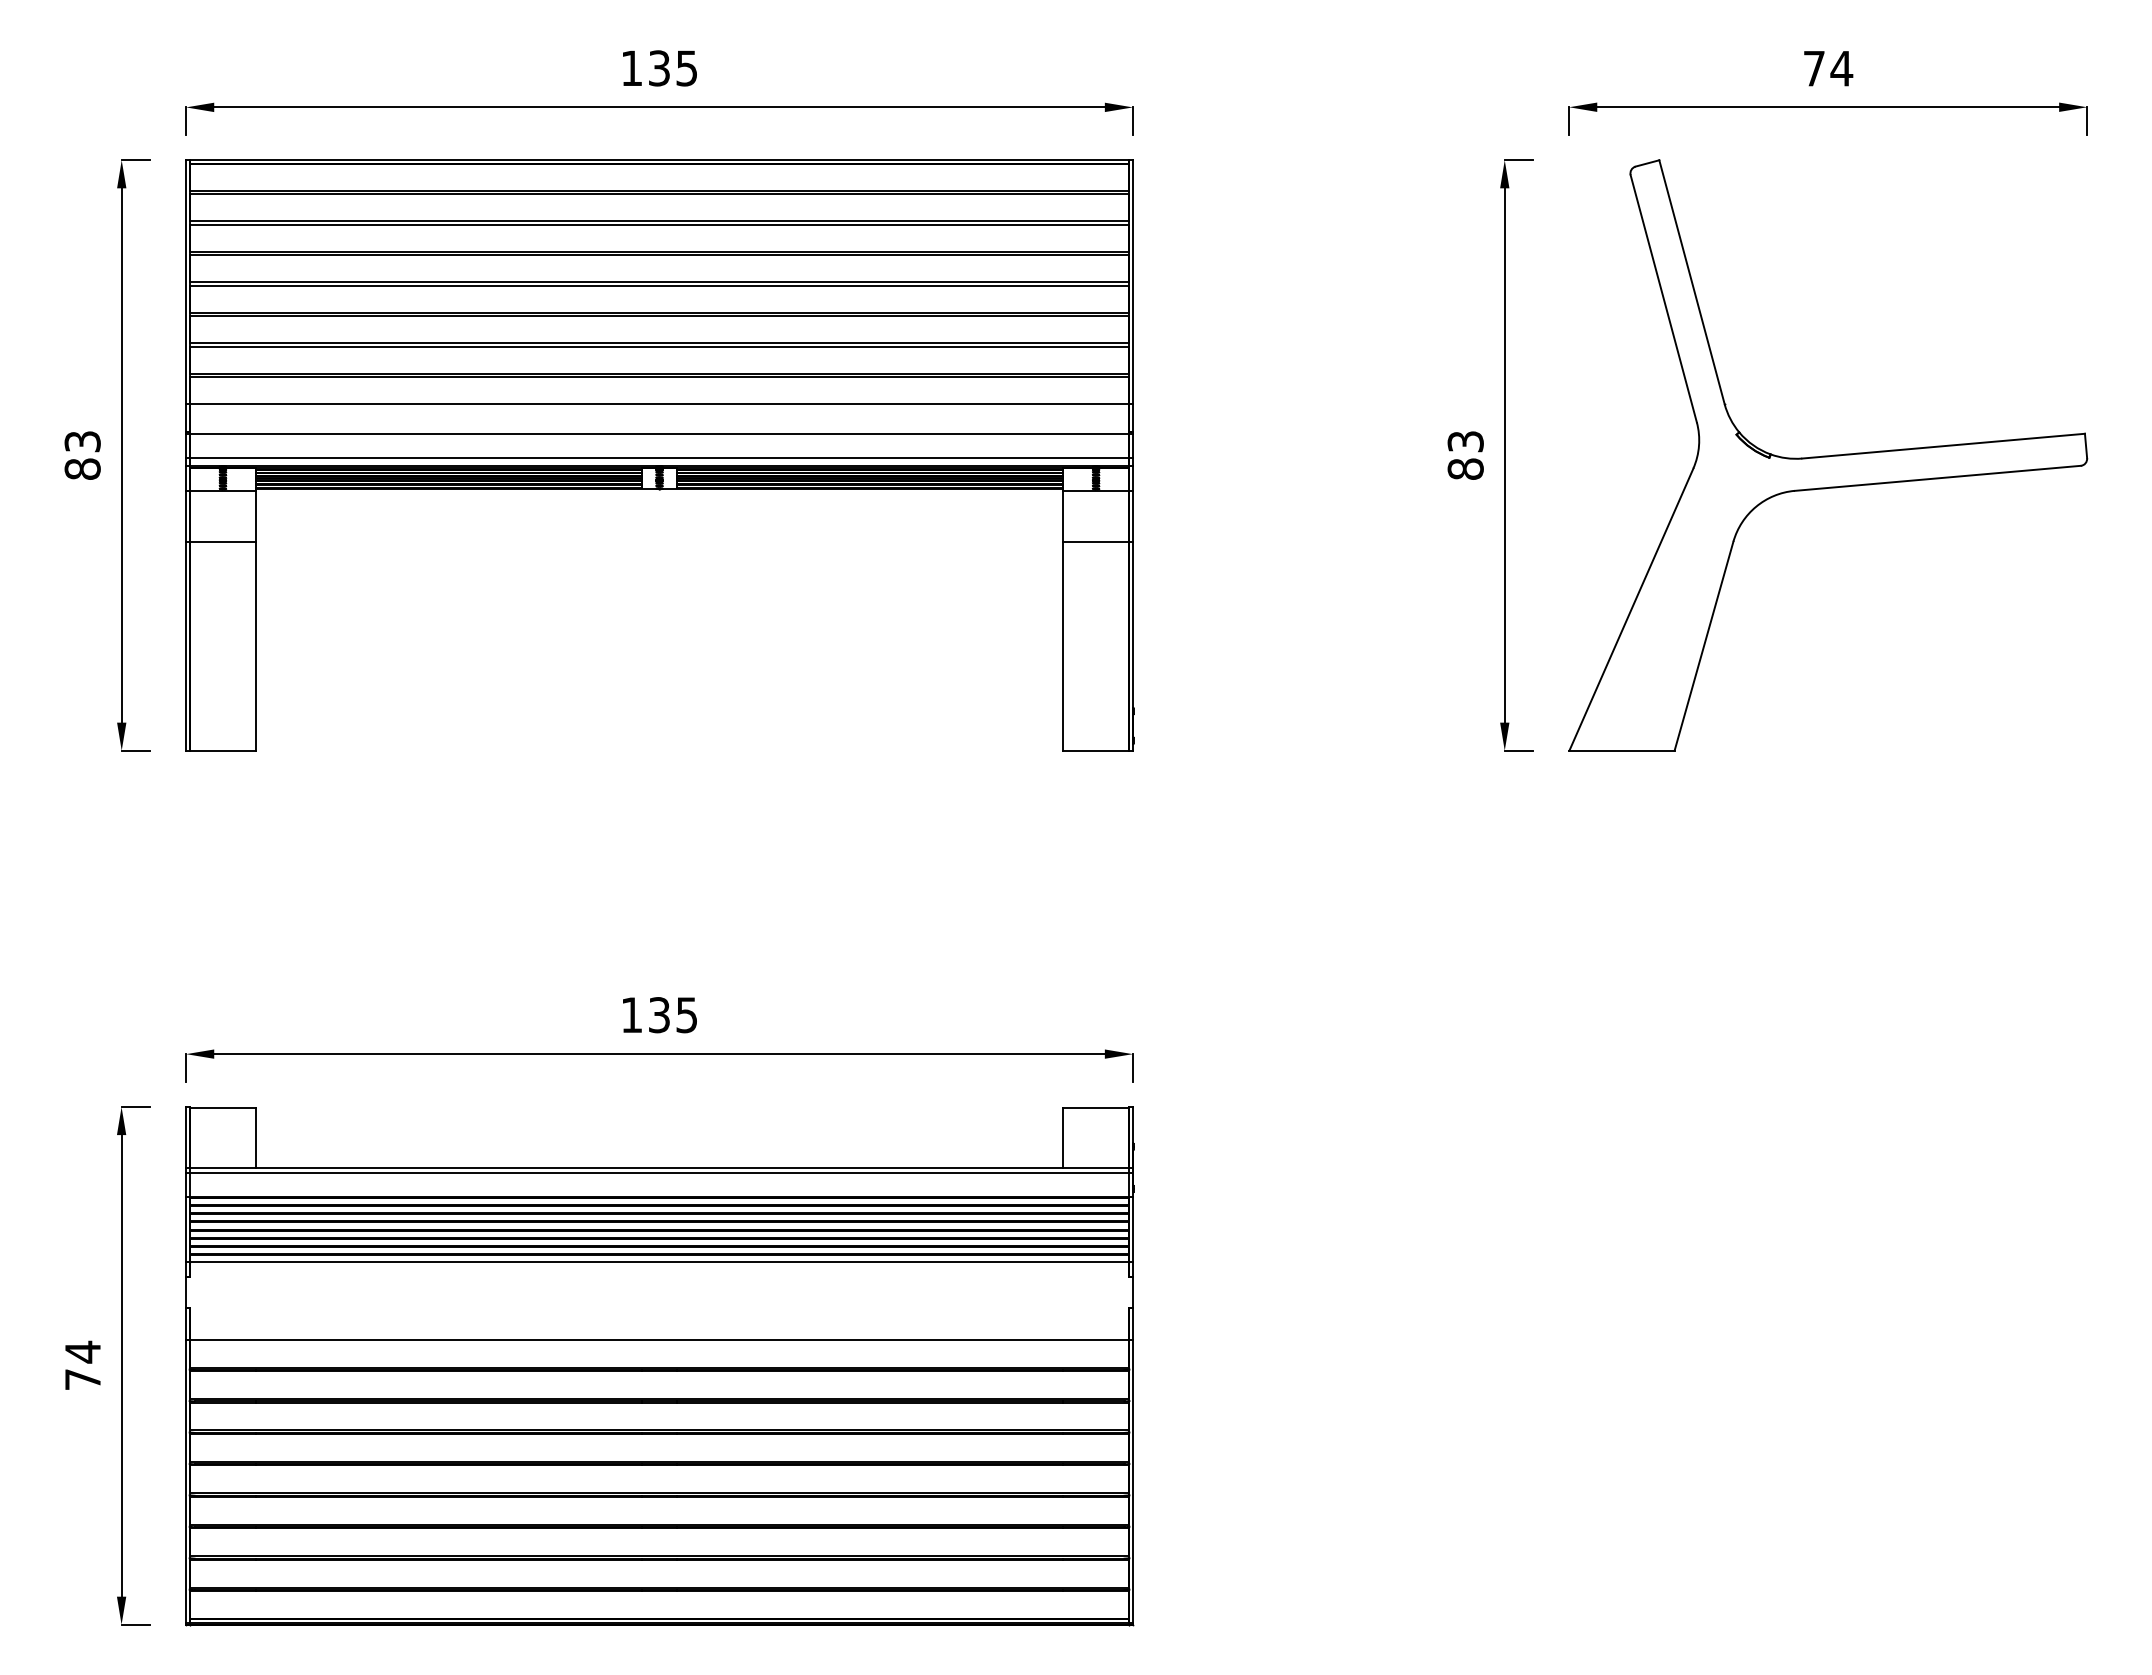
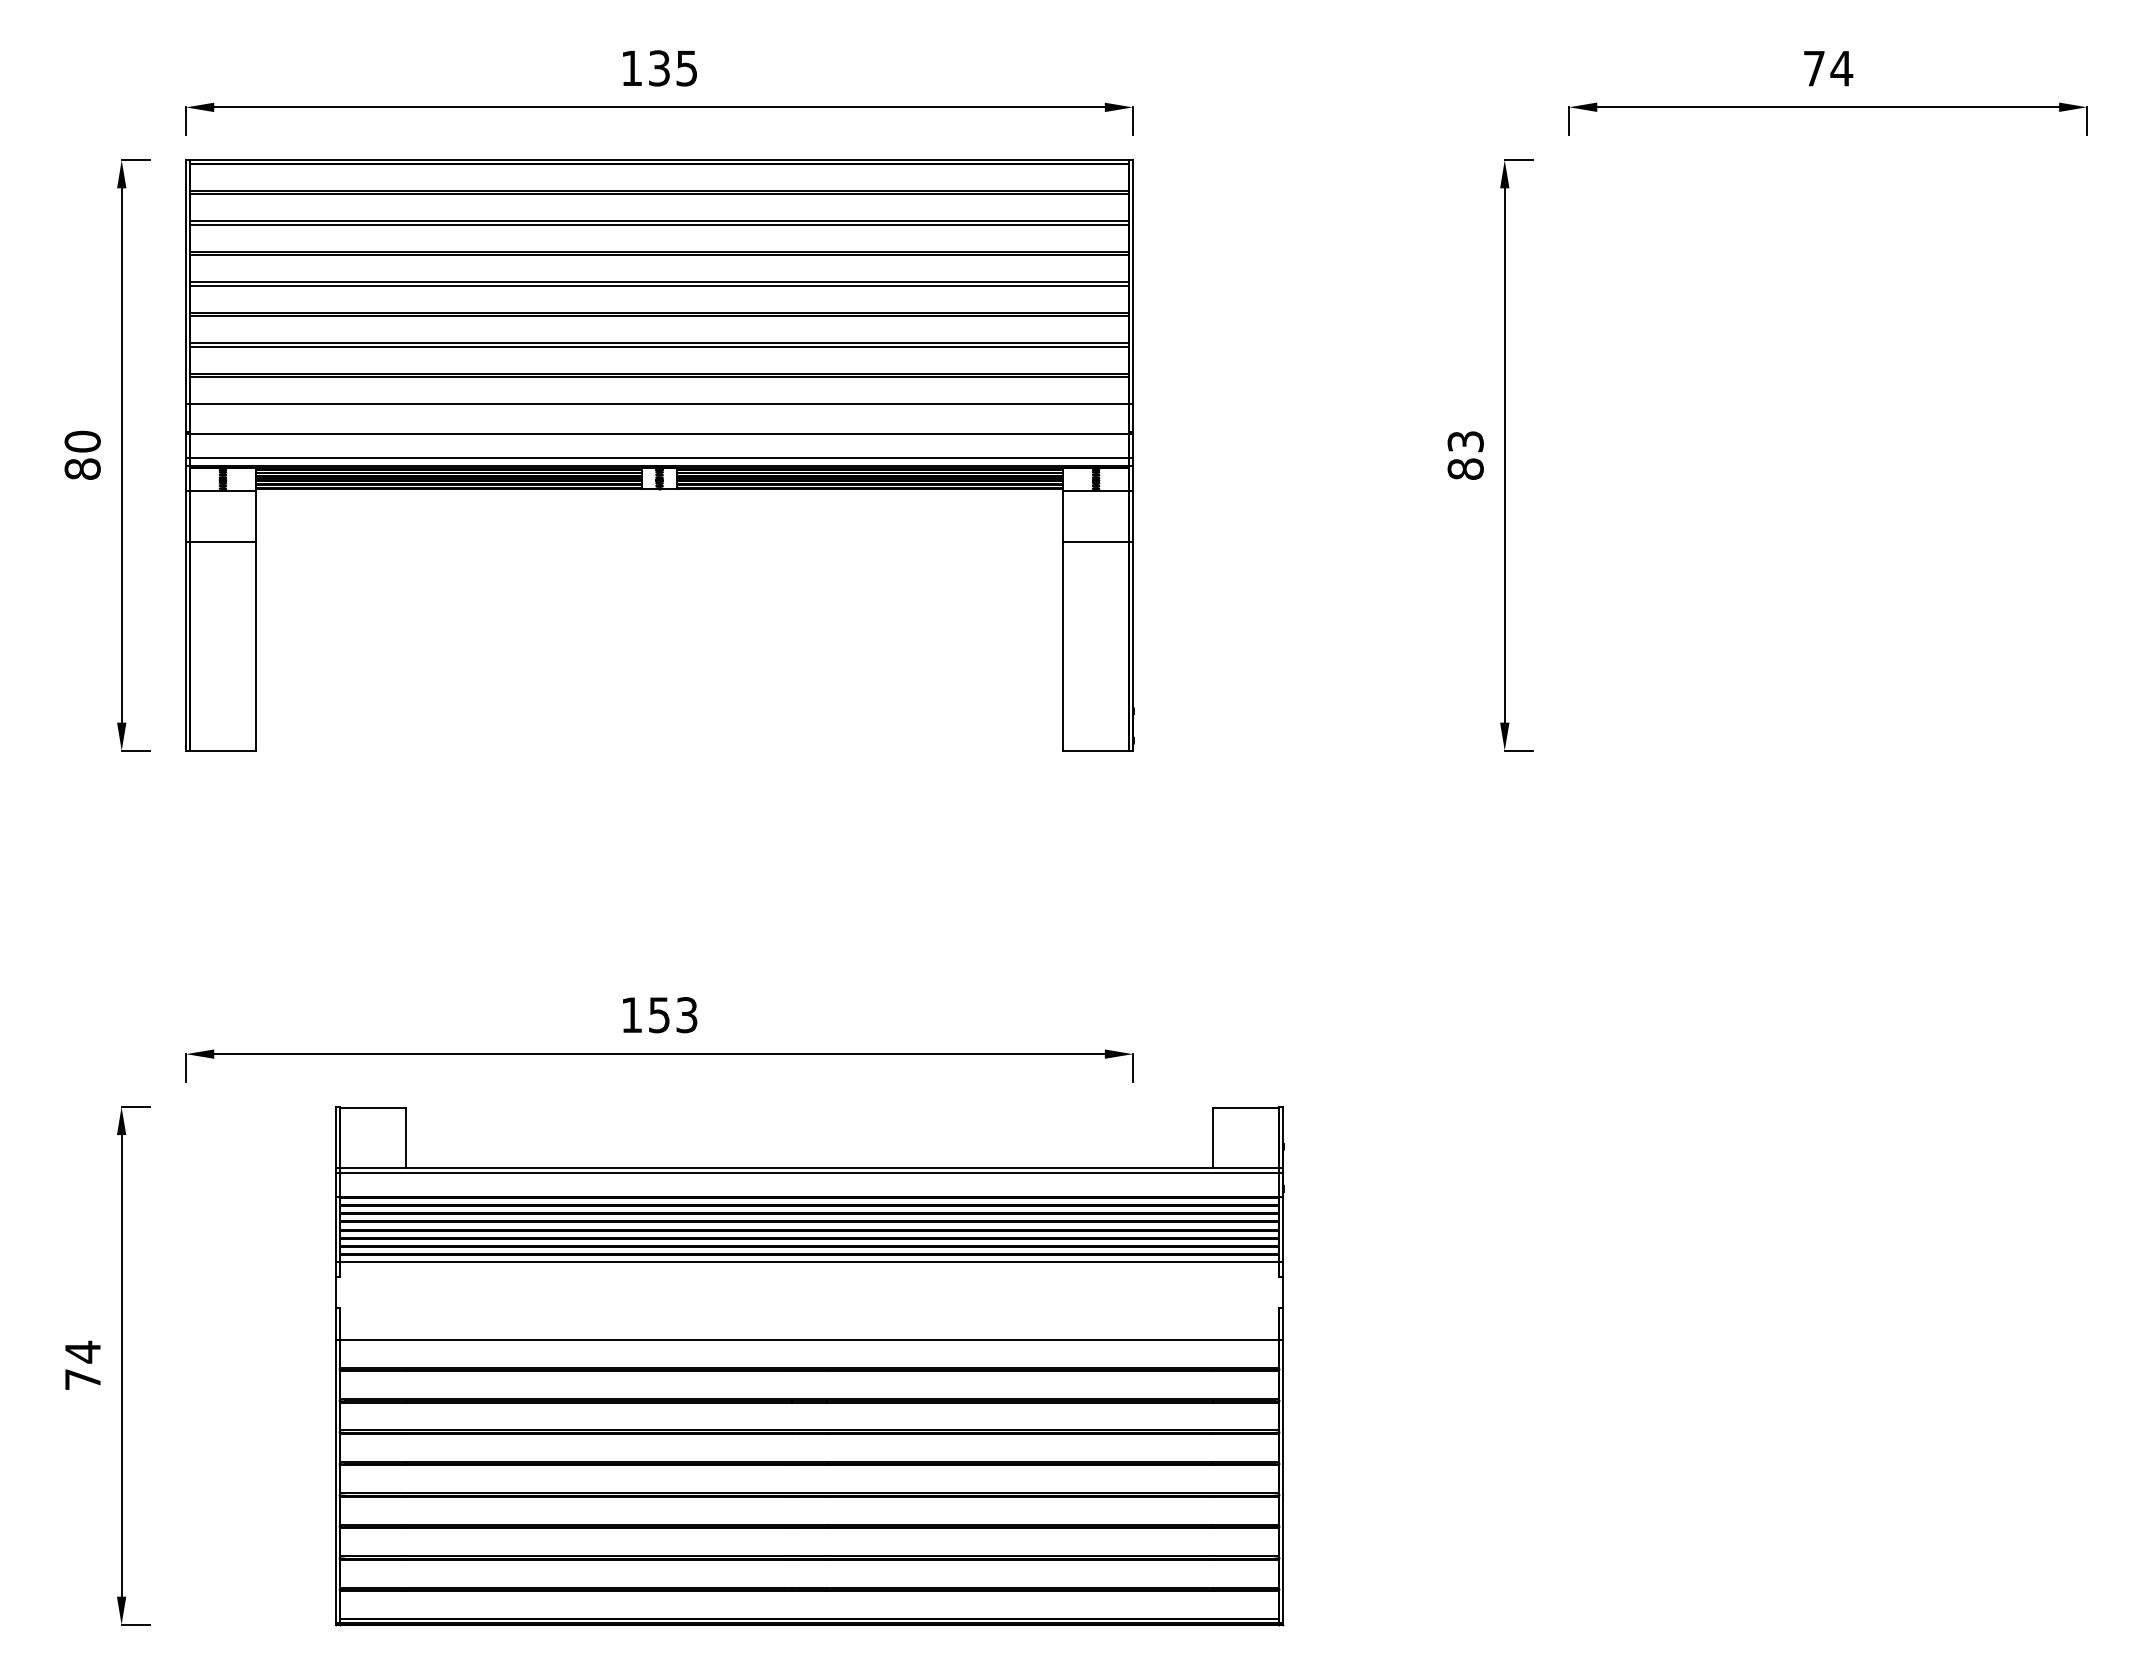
text at (82, 441): 83 -> 80
part at (1828, 455): present -> none
text at (673, 1014): 135 -> 153
part at (659, 1366) position: (659, 1366) -> (809, 1366)
